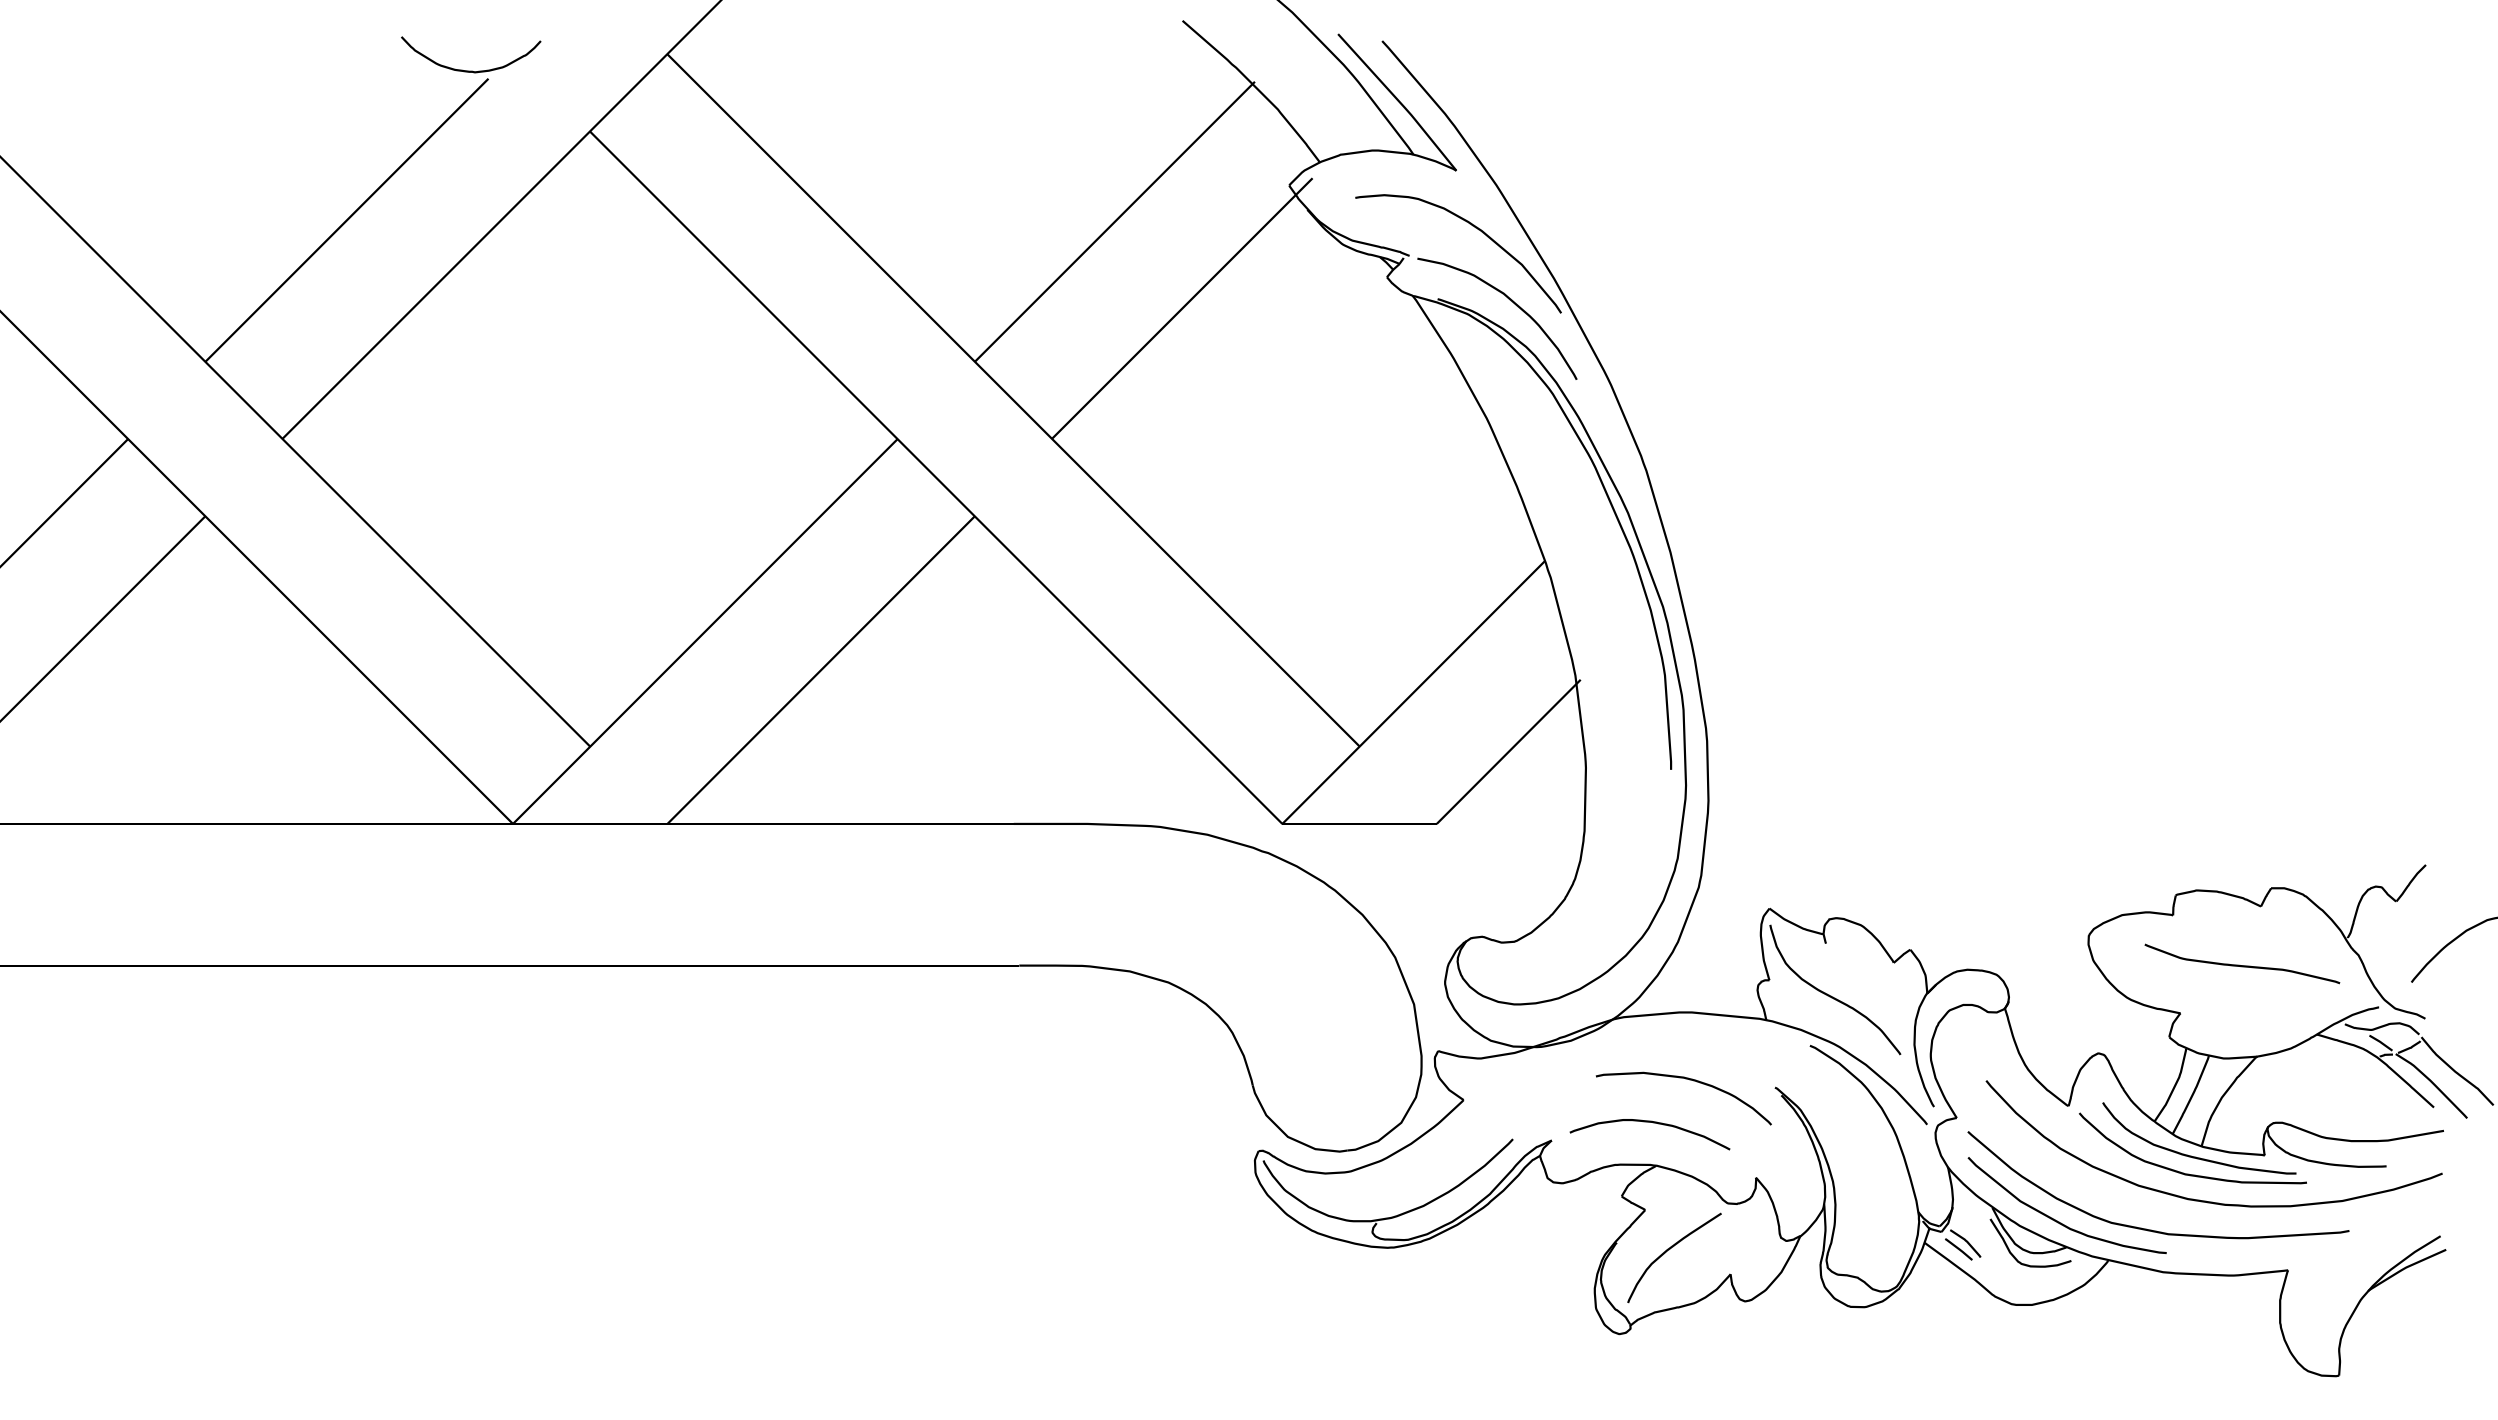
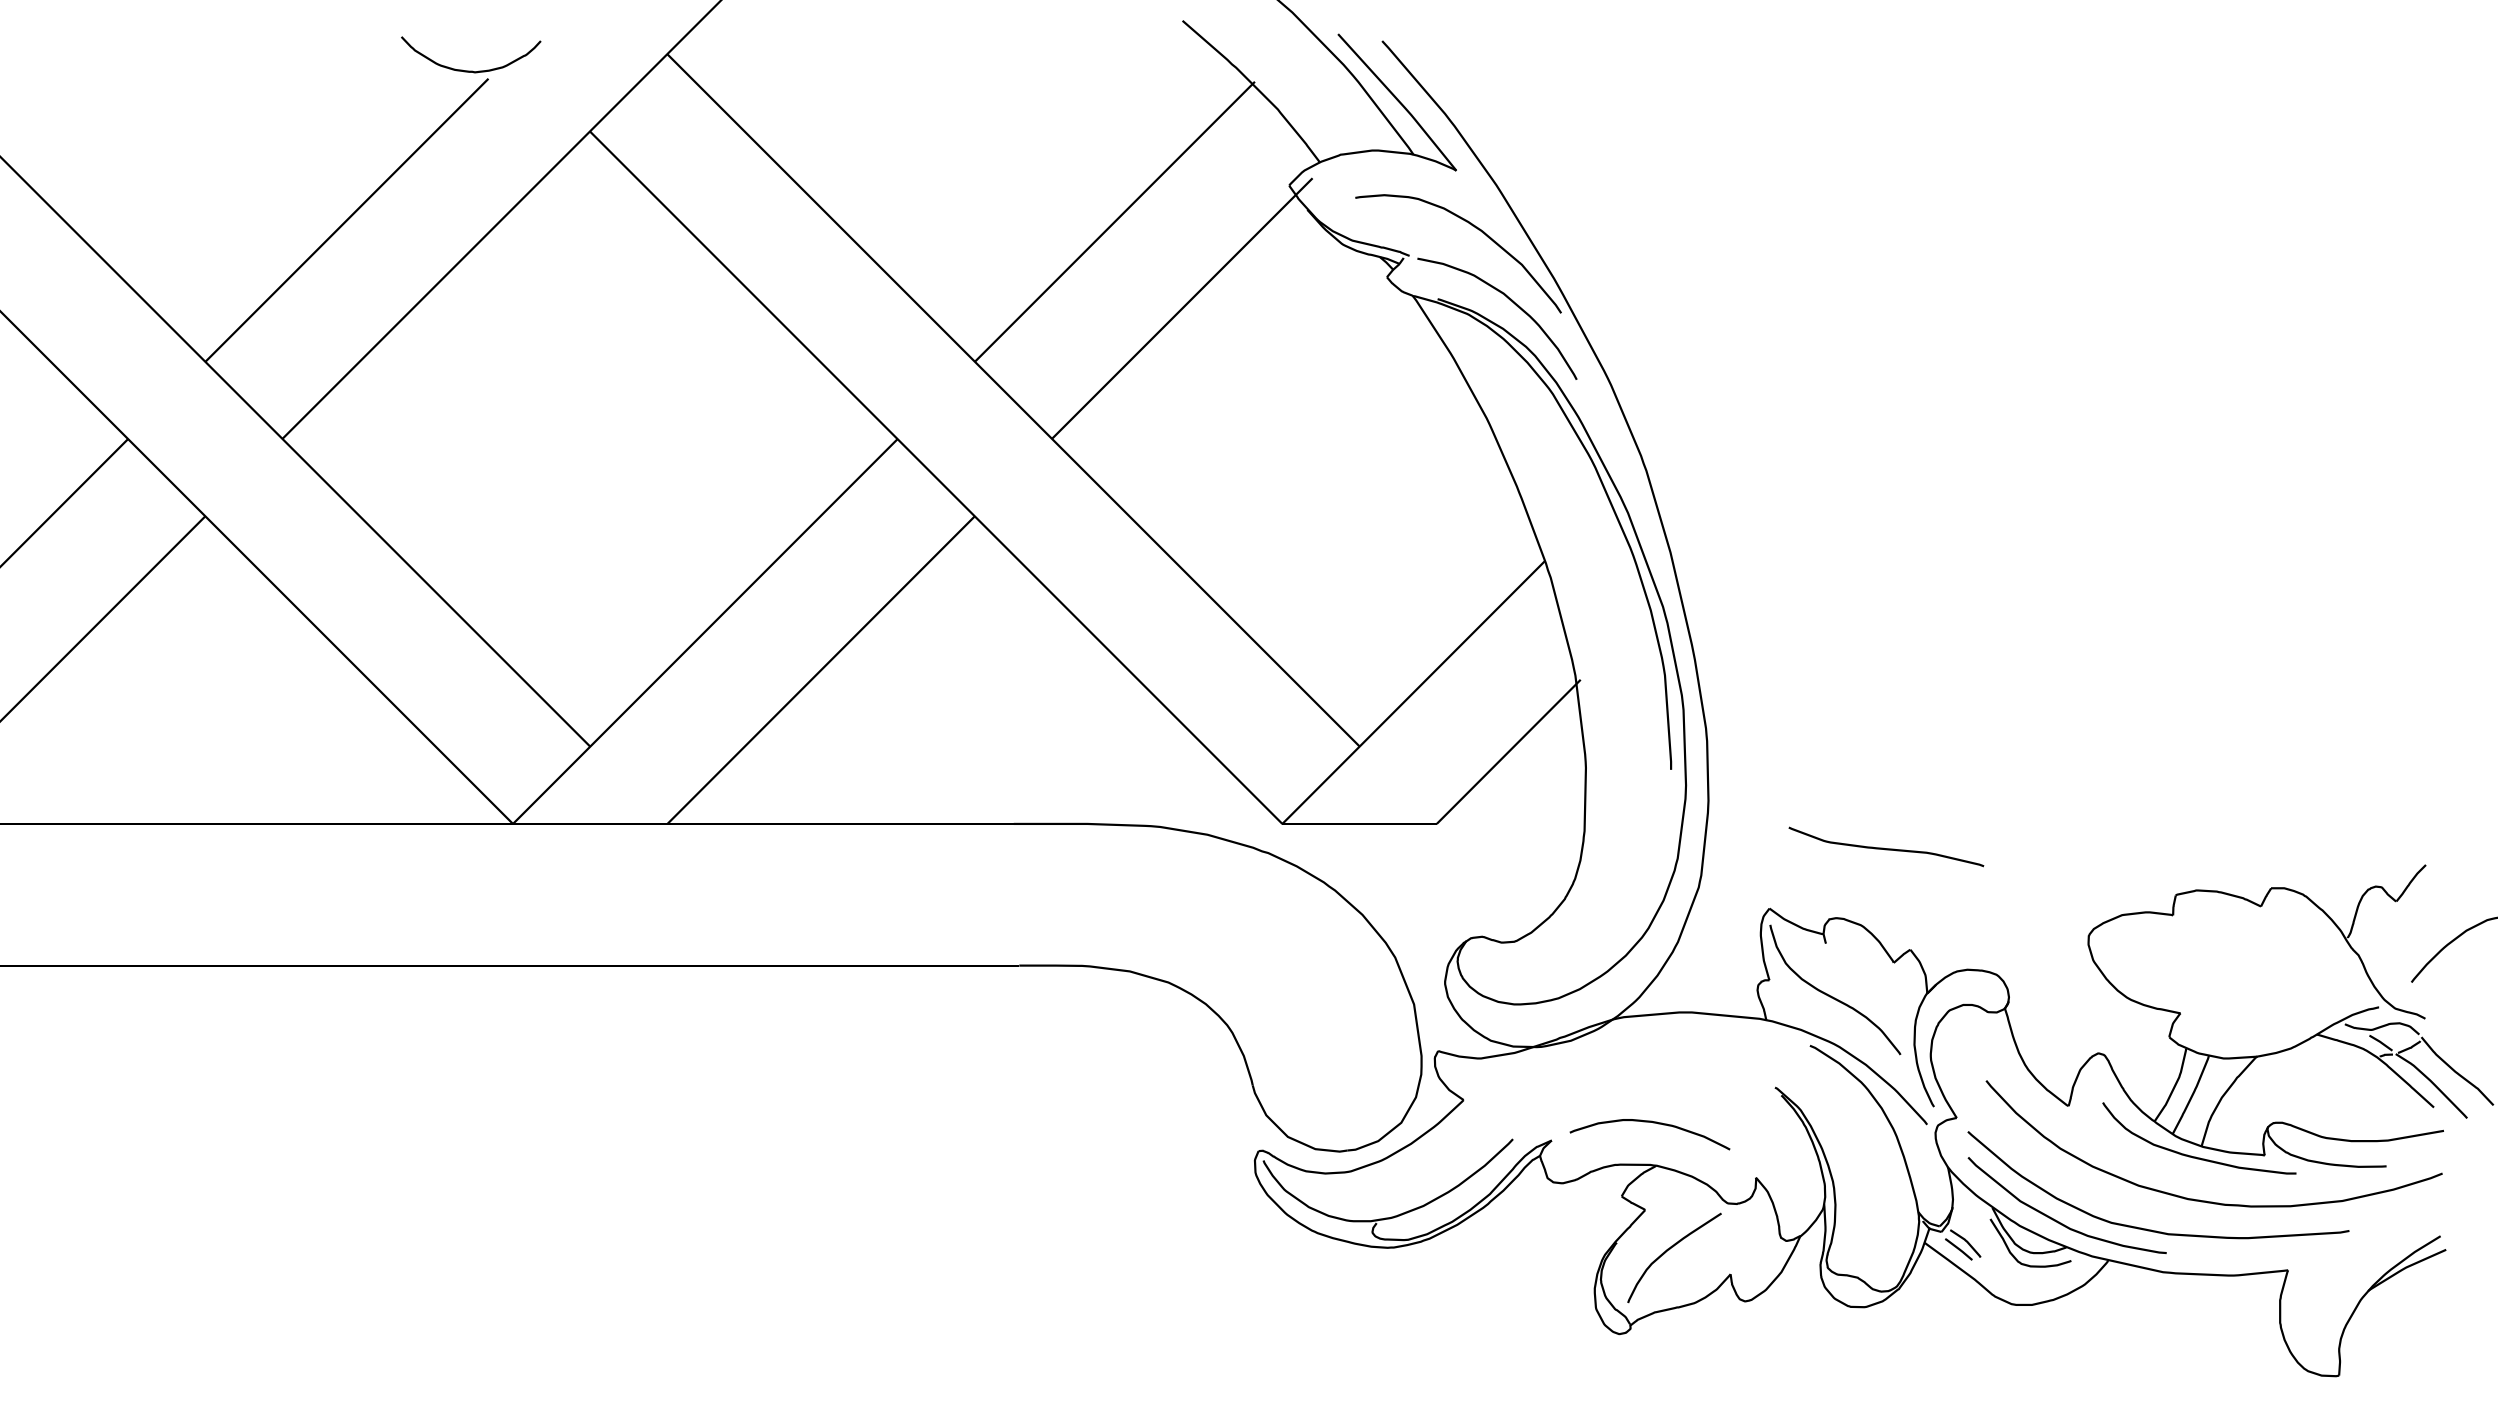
curve at (2242, 965) position: (2242, 965) -> (1886, 848)
curve at (1689, 1080): present -> none
curve at (2188, 1173): present -> none
